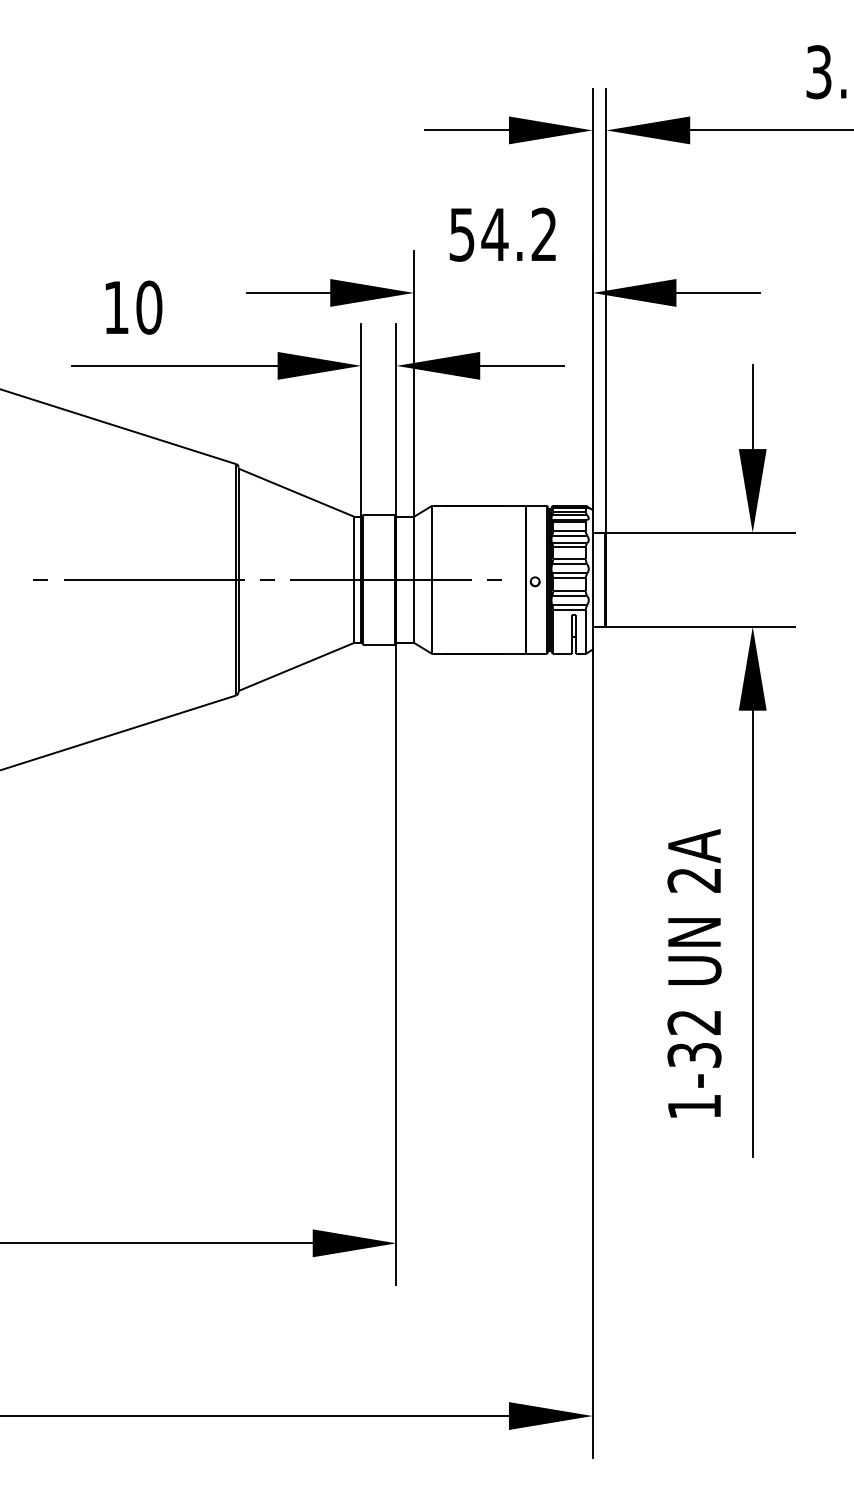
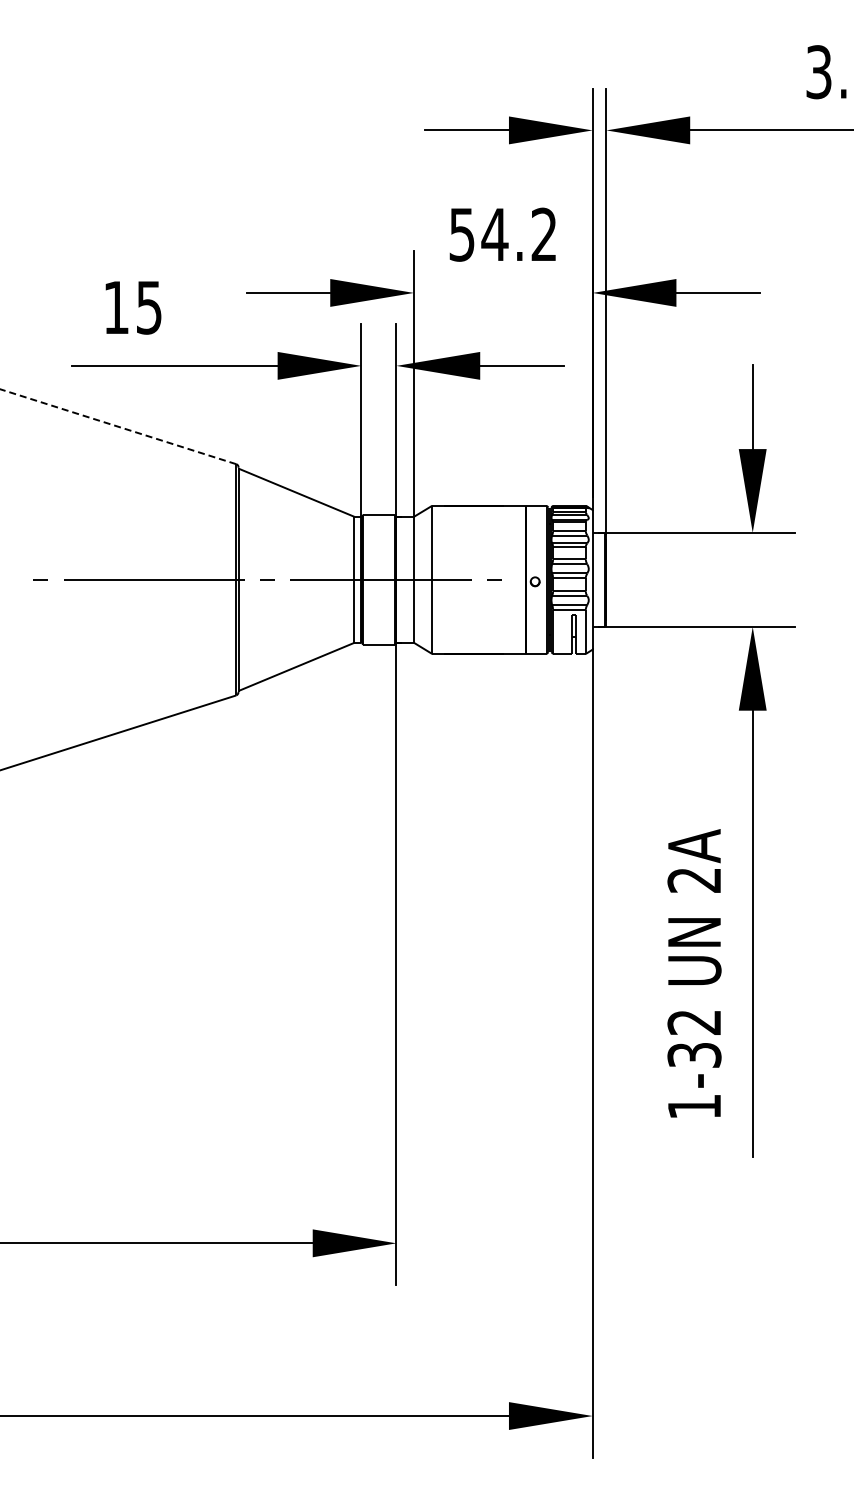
text at (149, 307): 10 -> 15
line at (118, 426): solid -> dashed
